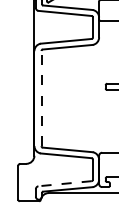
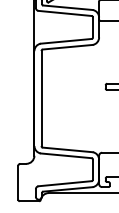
line at (41, 98): dashed -> solid
line at (65, 183): dashed -> solid
